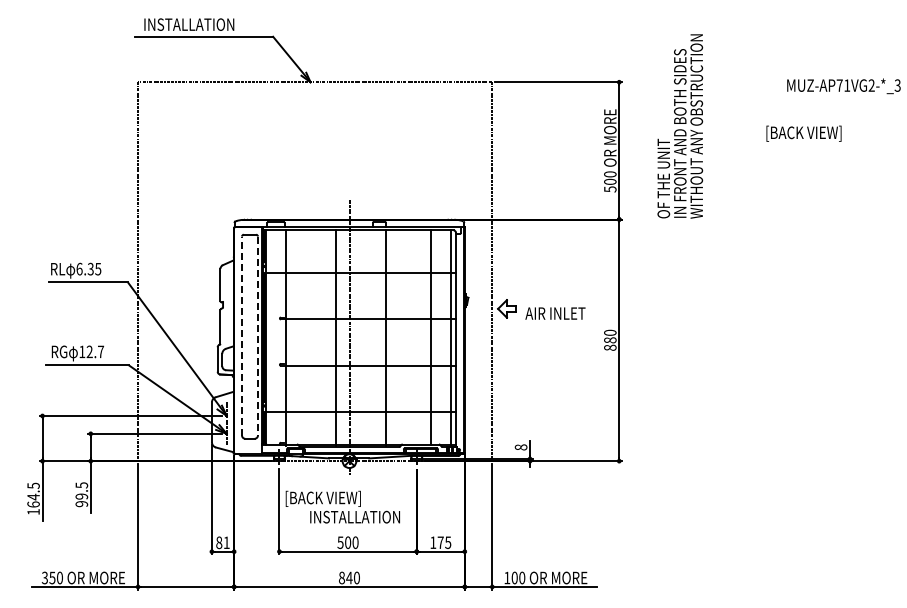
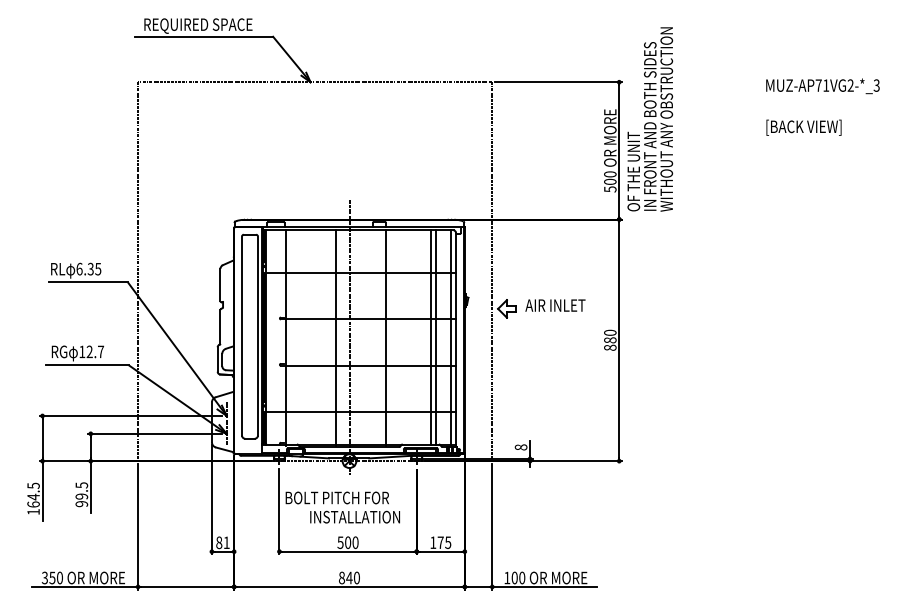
text at (198, 25): INSTALLATION -> REQUIRED SPACE
text at (843, 86) position: (843, 86) -> (822, 86)
text at (680, 126) position: (680, 126) -> (650, 119)
text at (803, 133) position: (803, 133) -> (803, 127)
text at (555, 313) position: (555, 313) -> (555, 305)
line at (242, 336): dashed -> solid
line at (257, 336): dashed -> solid
line at (436, 337): none -> present
text at (336, 498): [BACK VIEW] -> BOLT PITCH FOR
